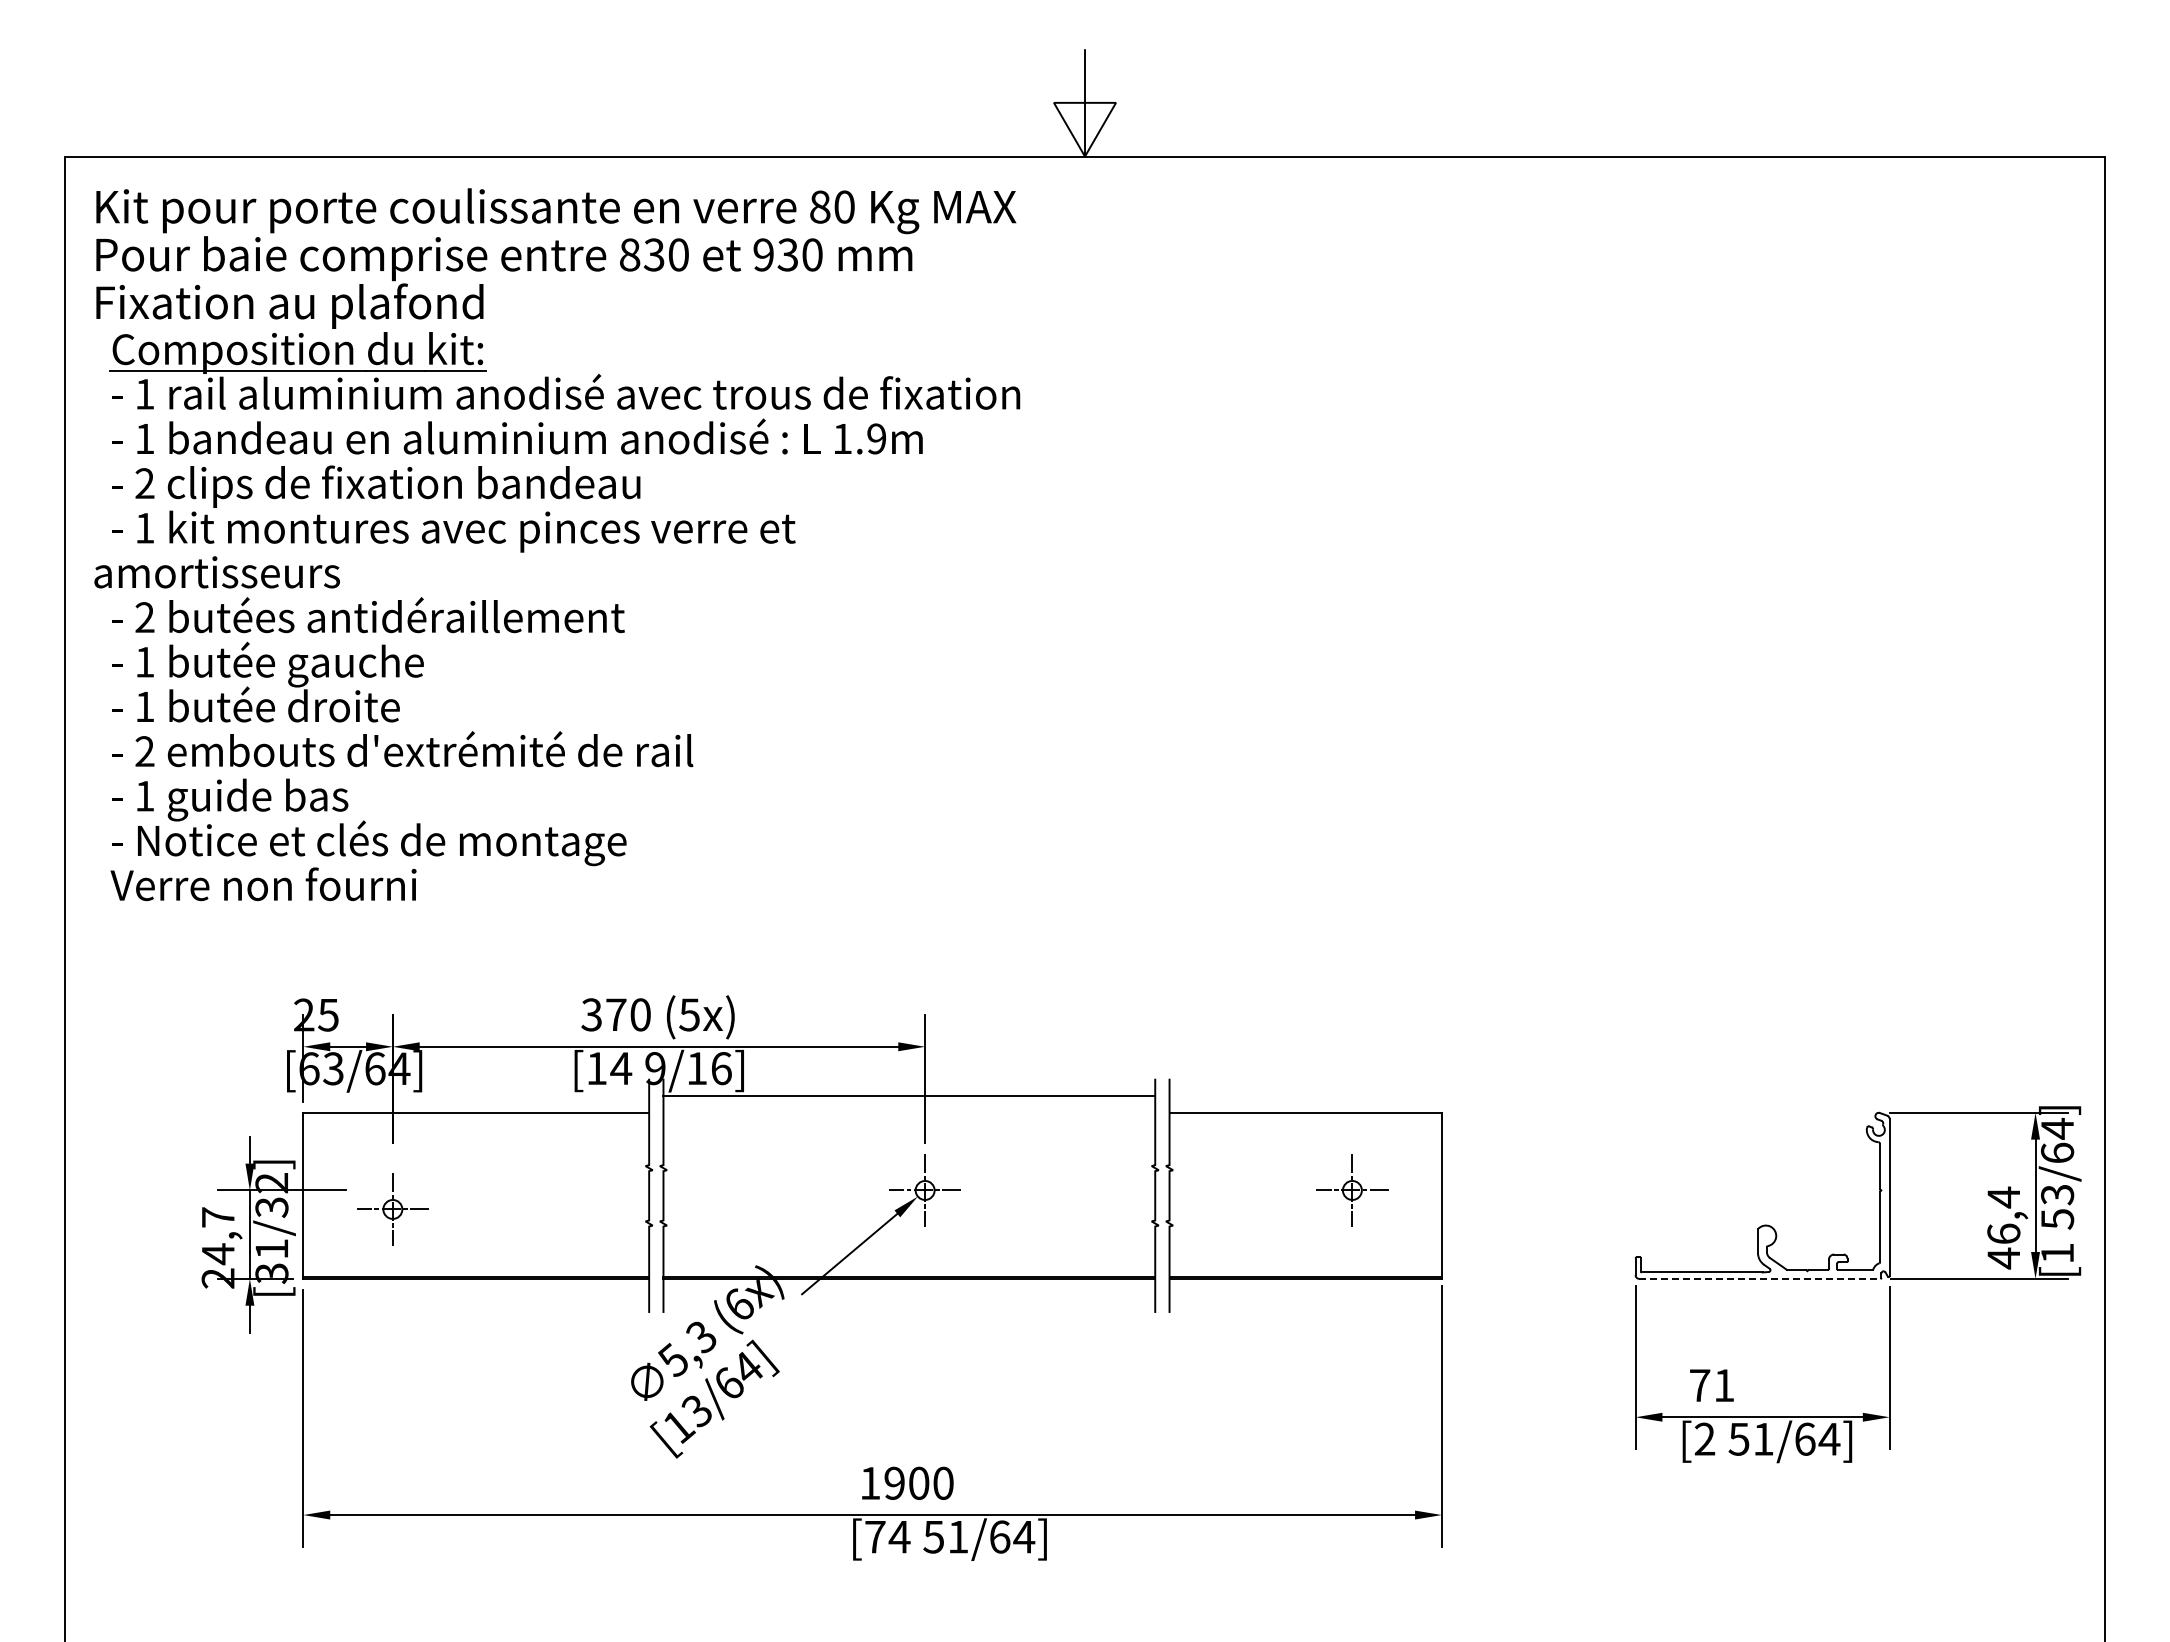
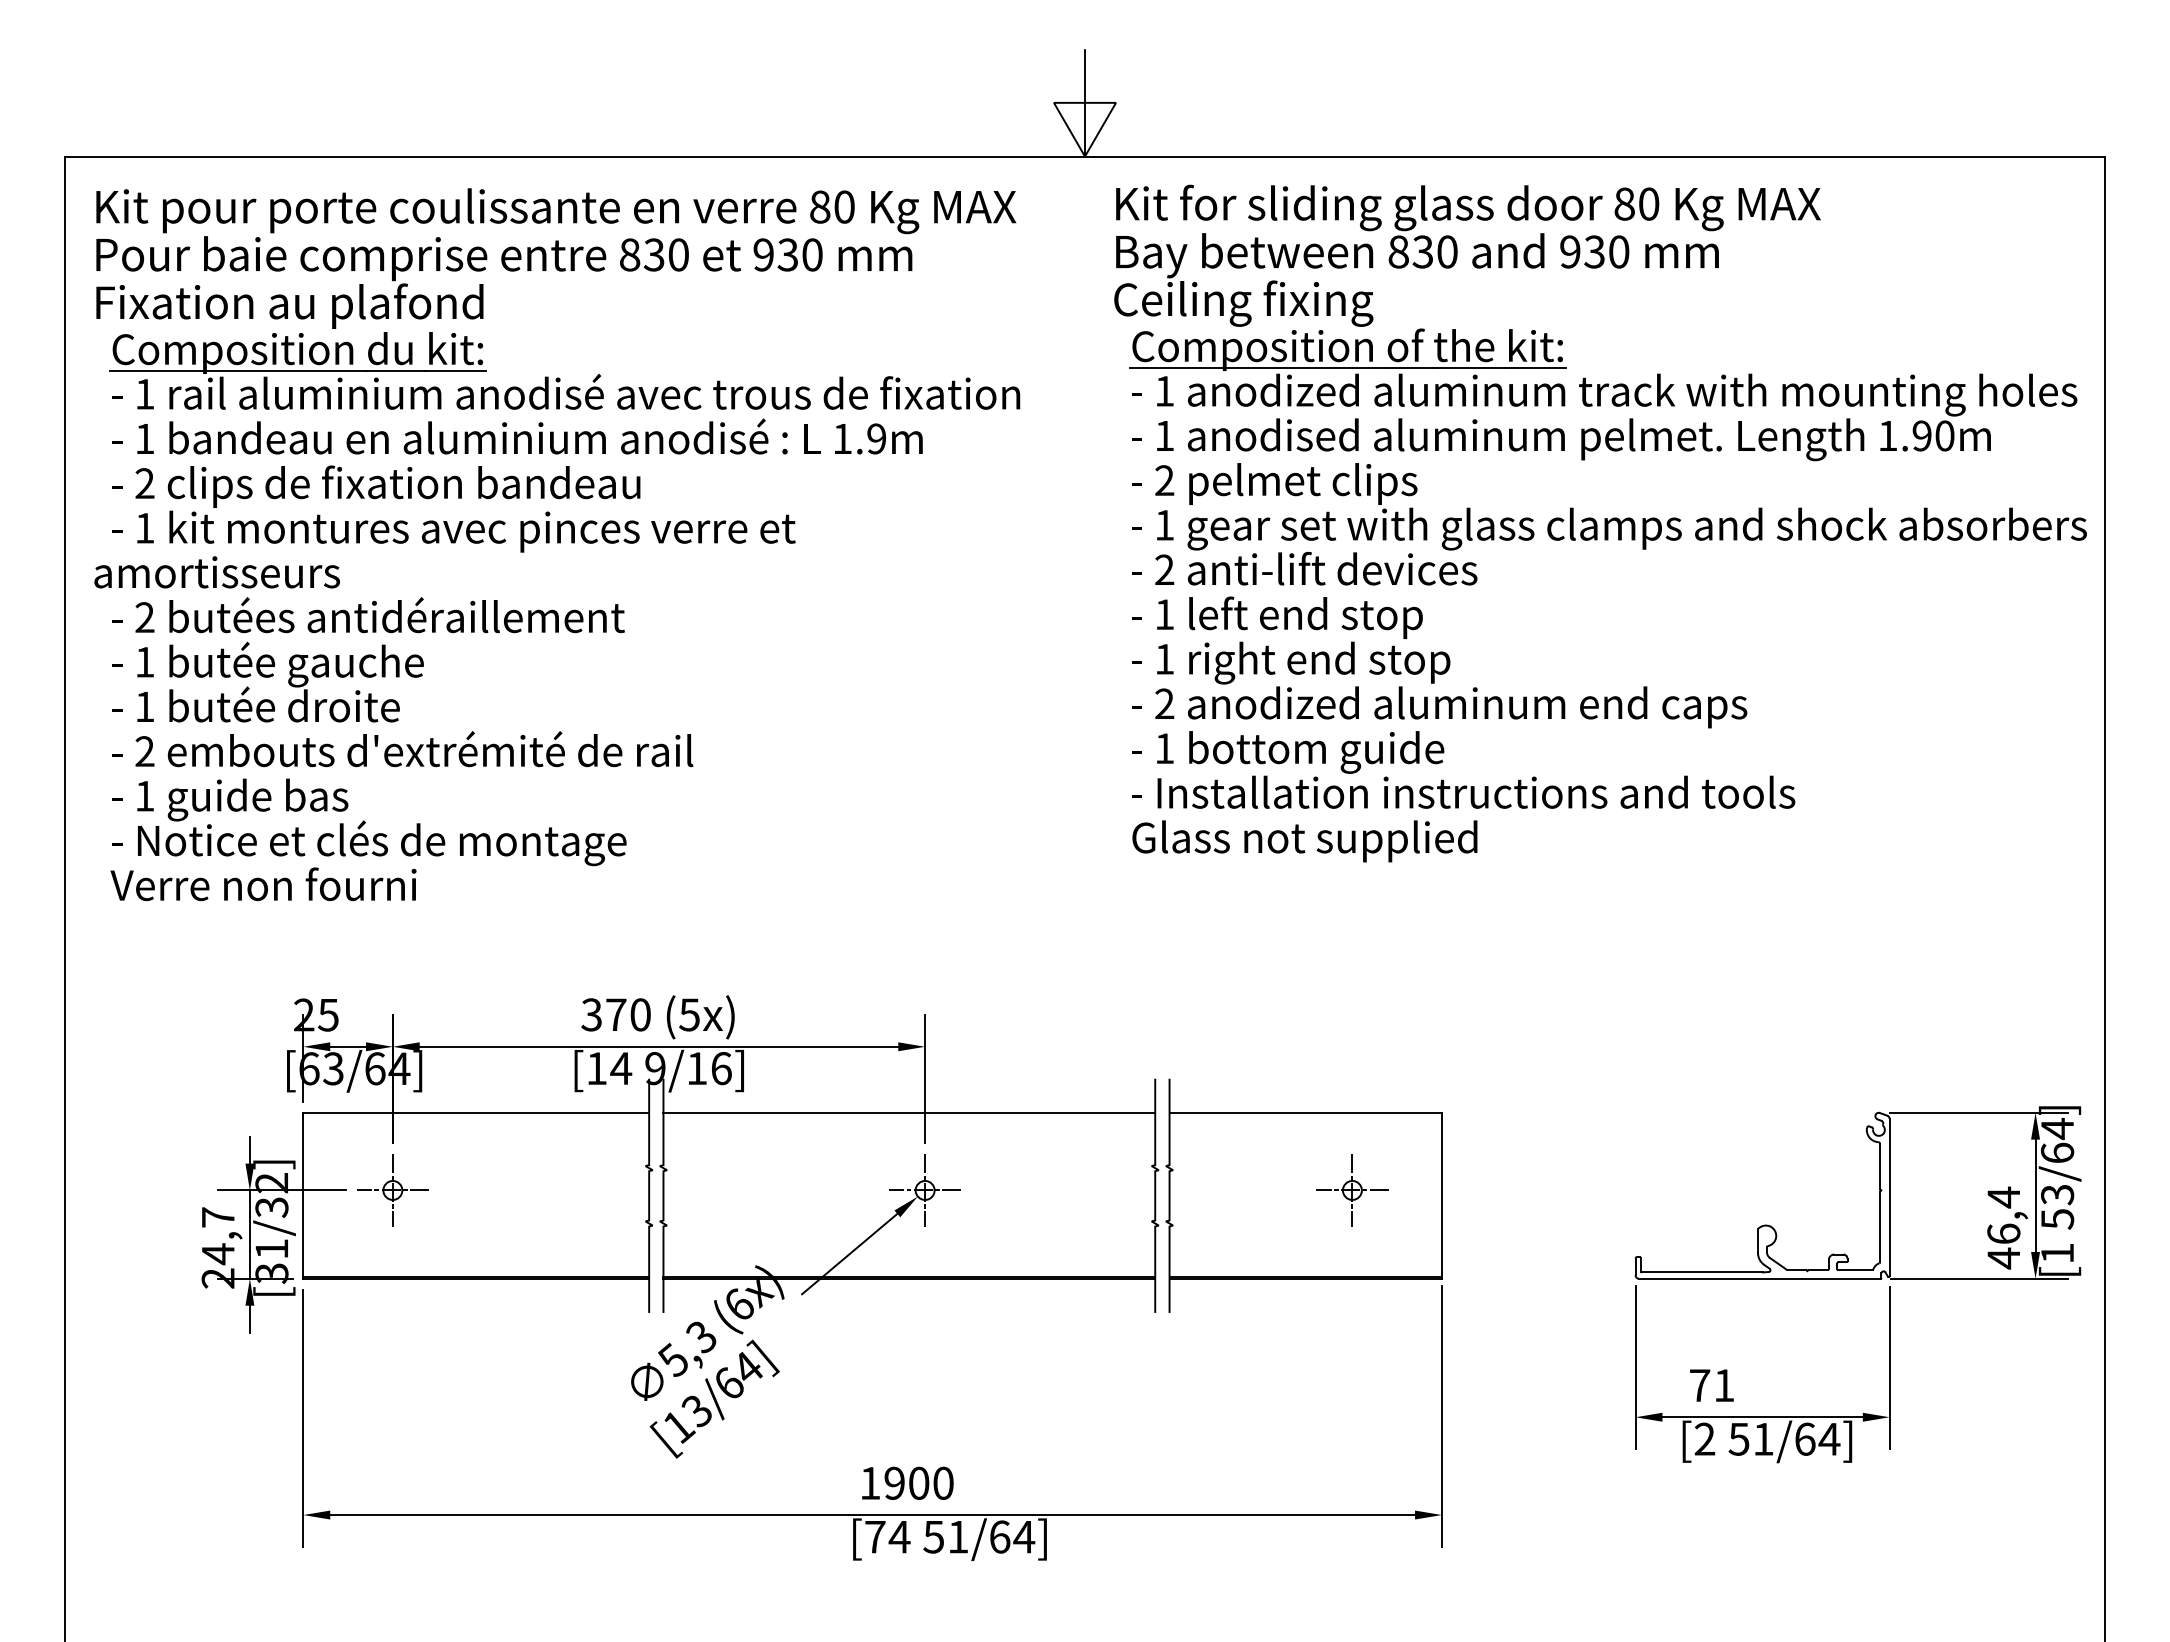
part at (1600, 523): none -> present
line at (909, 1095) position: (909, 1095) -> (909, 1112)
part at (392, 1209) position: (392, 1209) -> (392, 1190)
line at (1759, 1278): dashed -> solid
